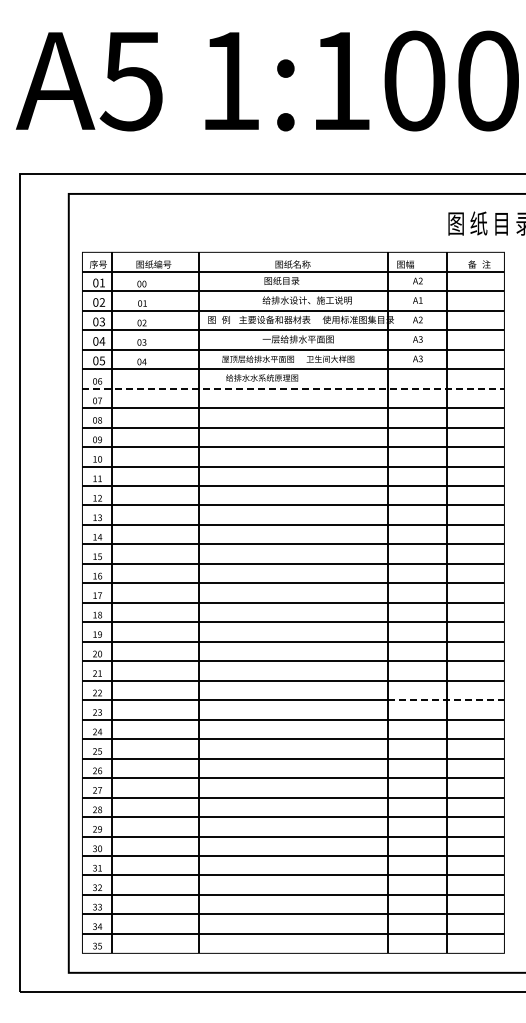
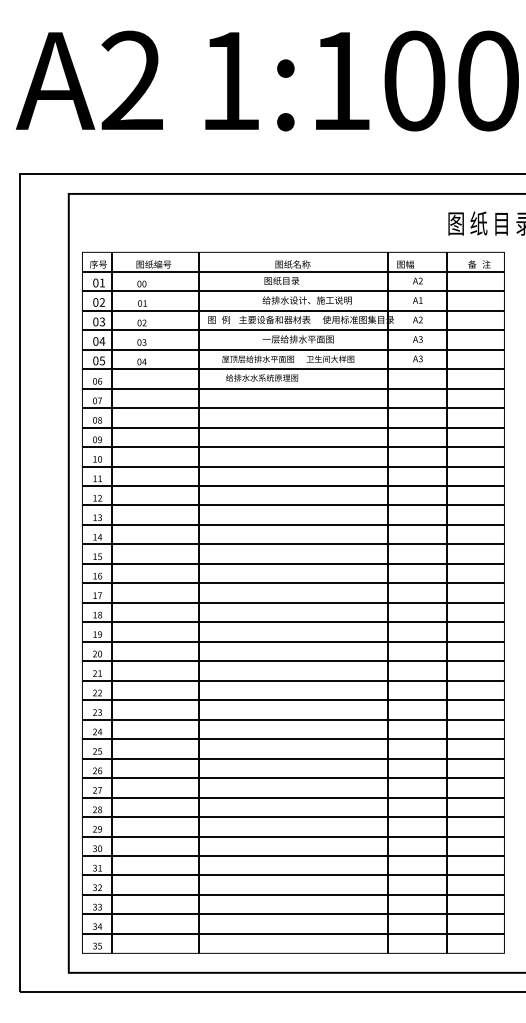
text at (130, 80): A5 -> A2
line at (293, 388): dashed -> solid
line at (446, 700): dashed -> solid
